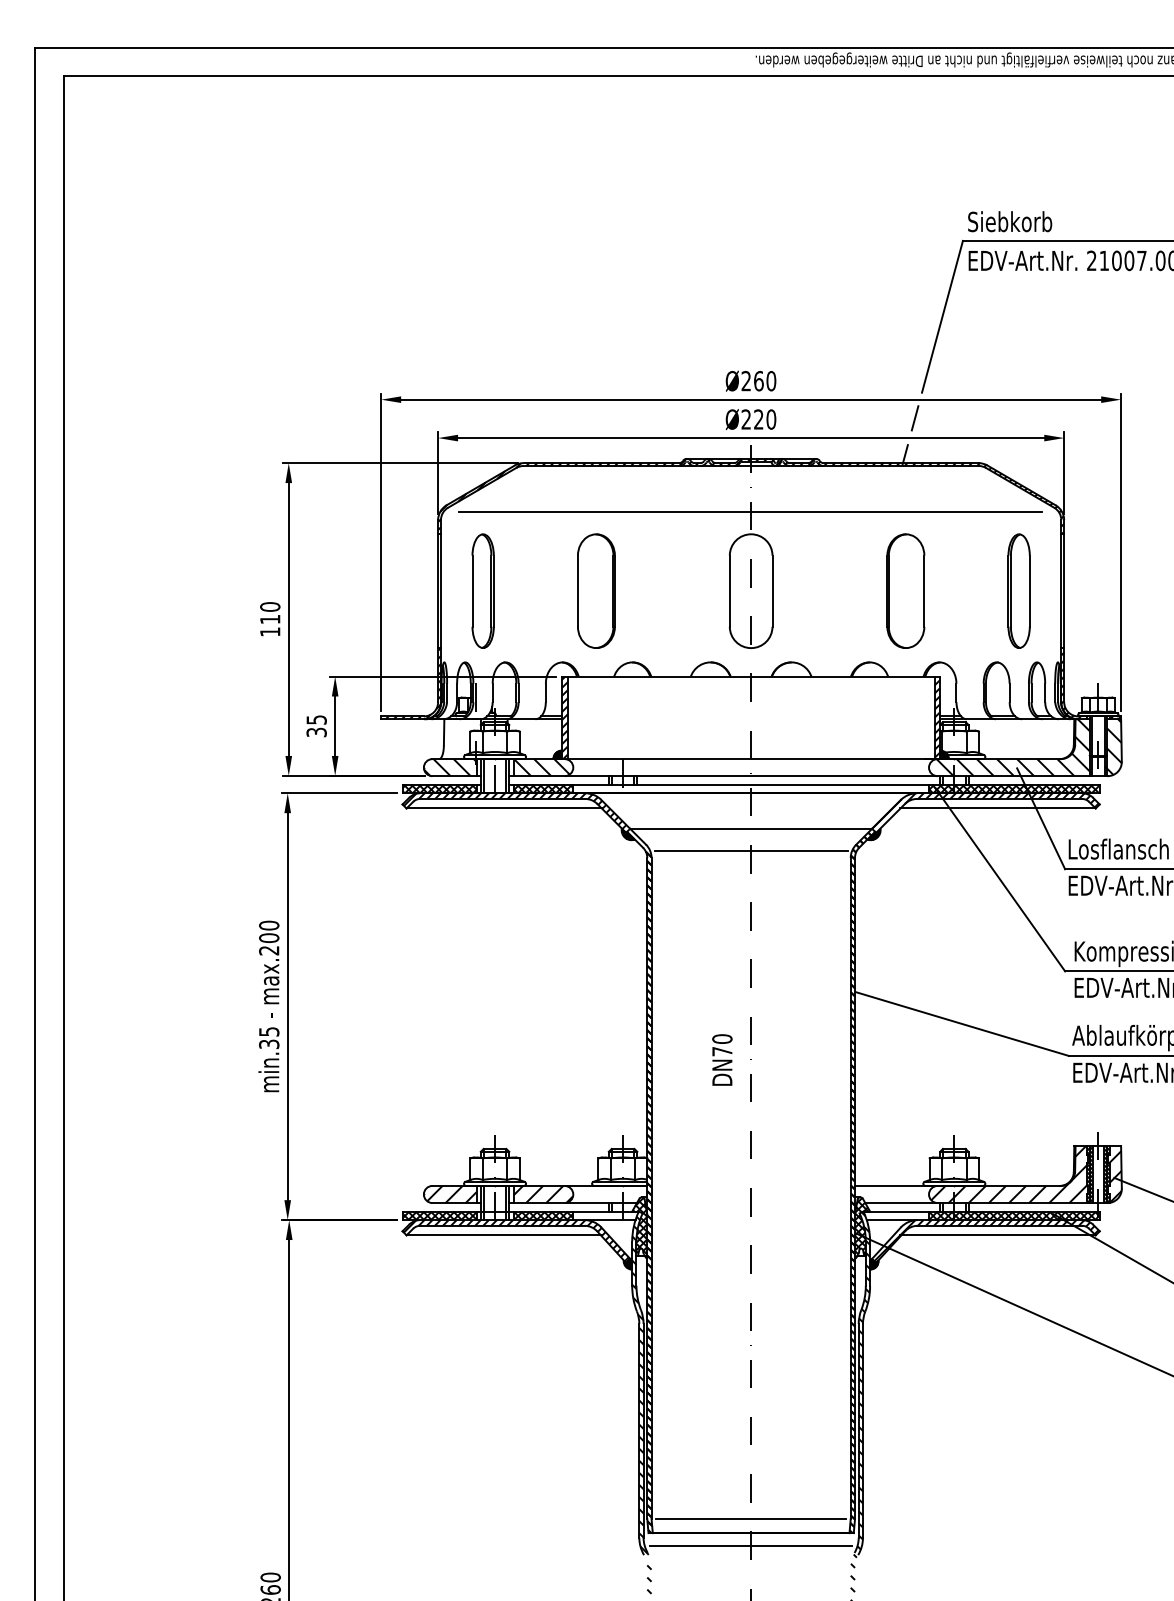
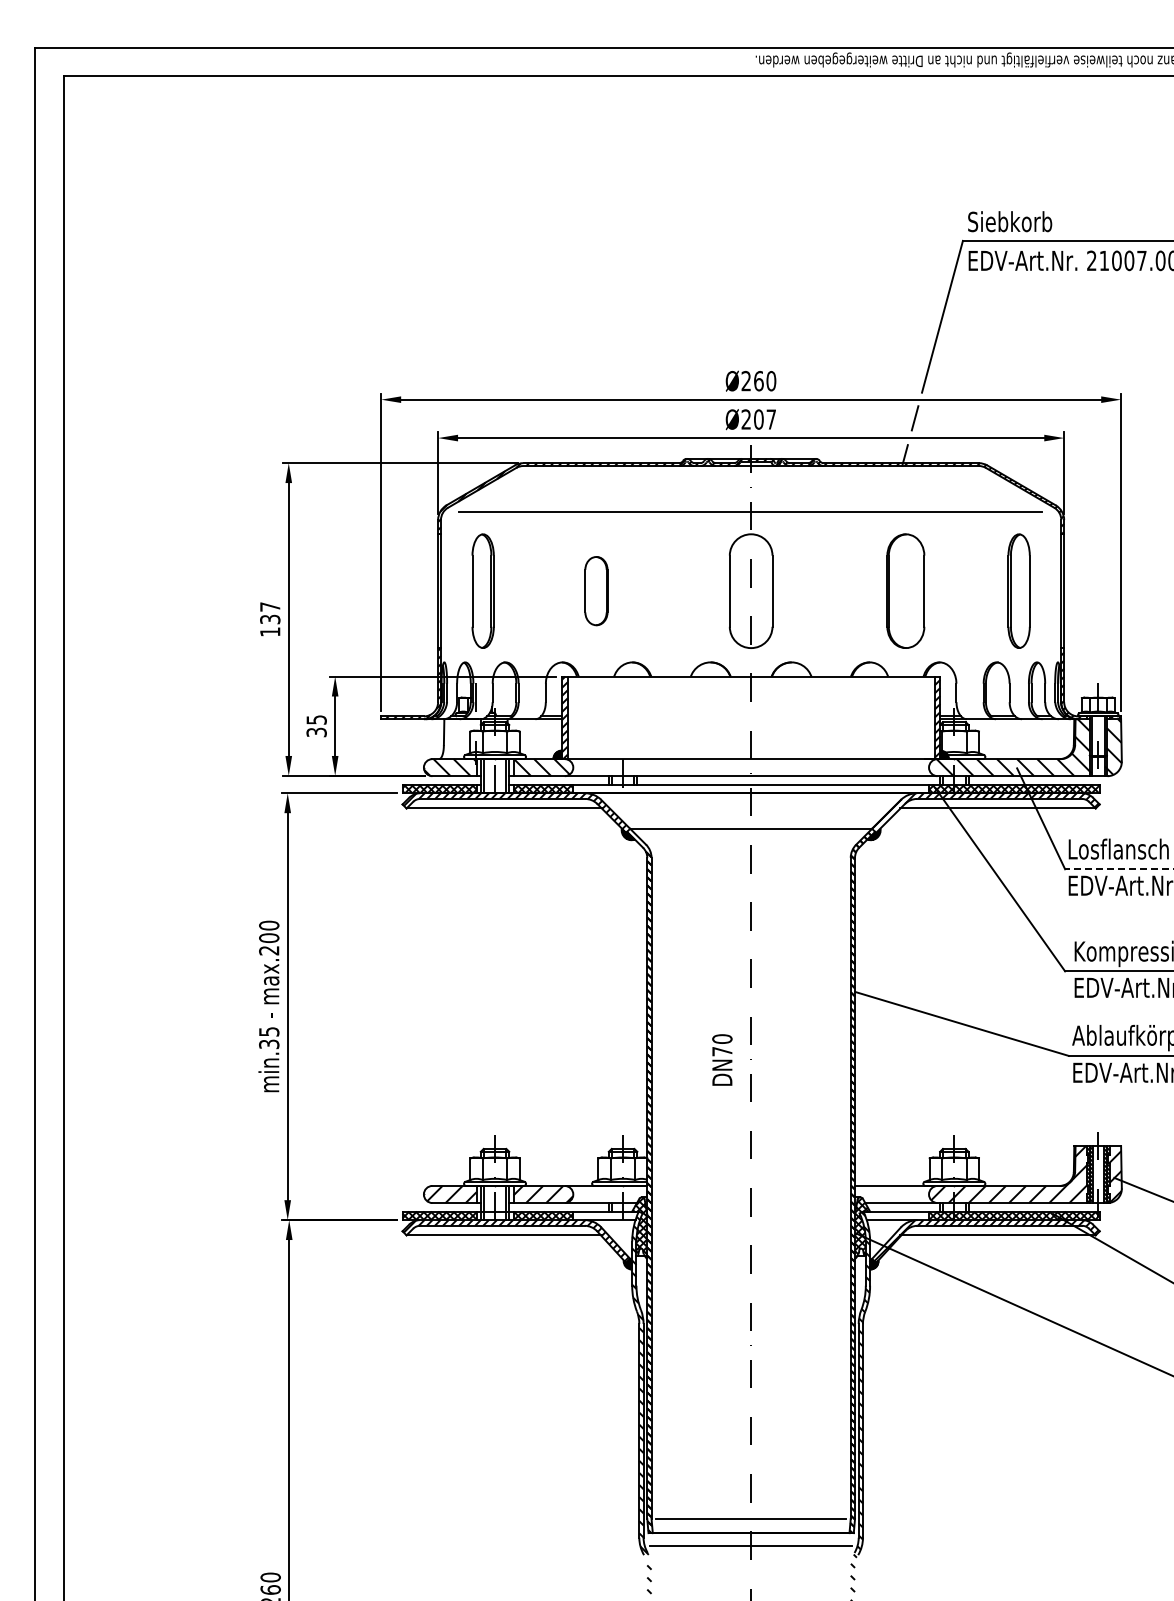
text at (765, 419): Ø220 -> Ø207
part at (596, 590) size: 39x116 px -> 25x71 px
text at (270, 613): 110 -> 137
line at (750, 850): present -> none
line at (1119, 869): solid -> dashed
